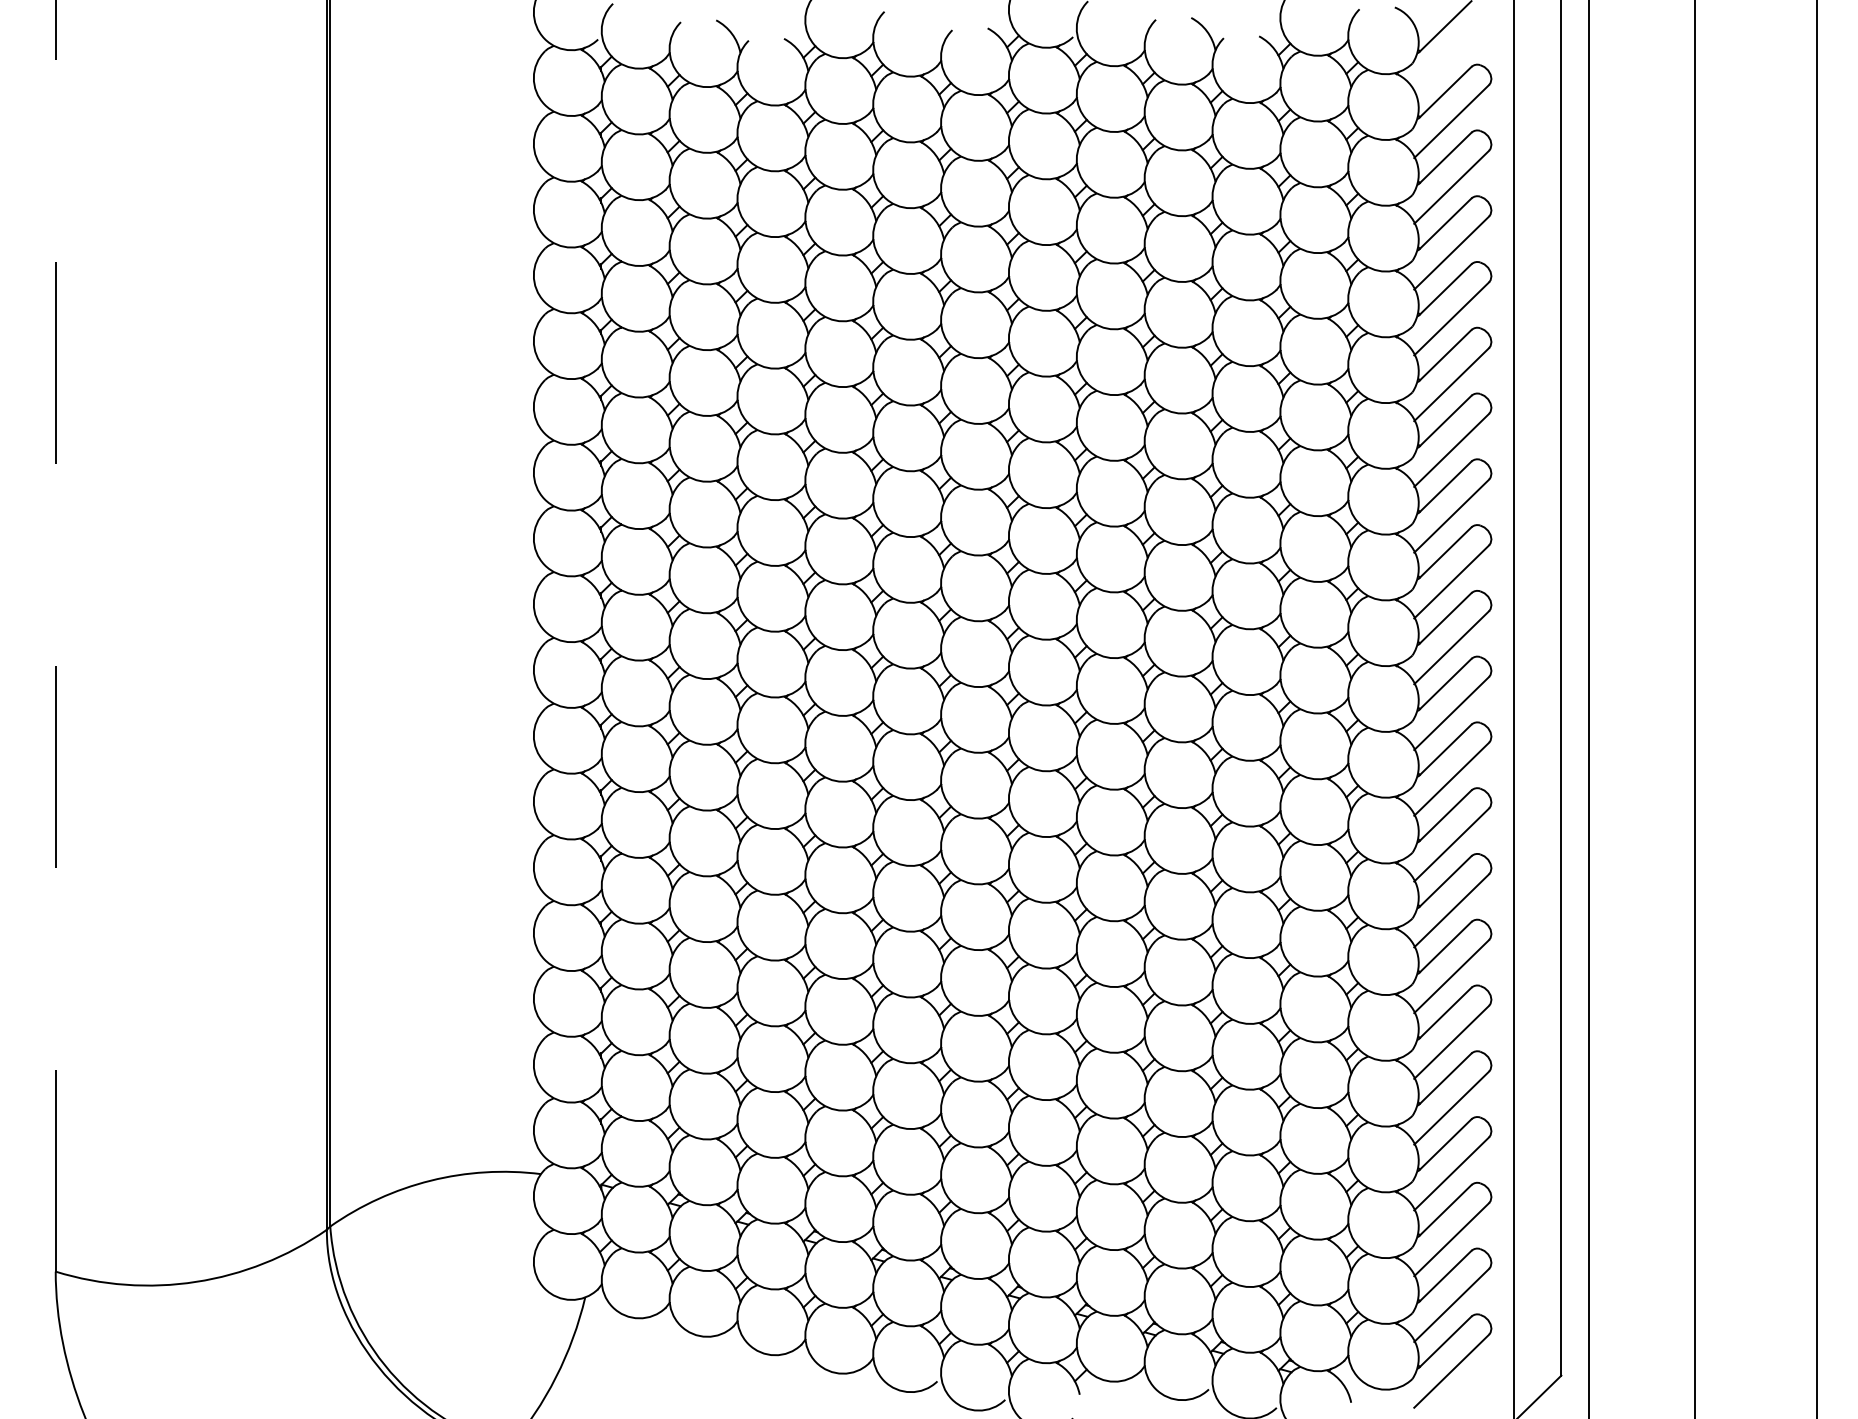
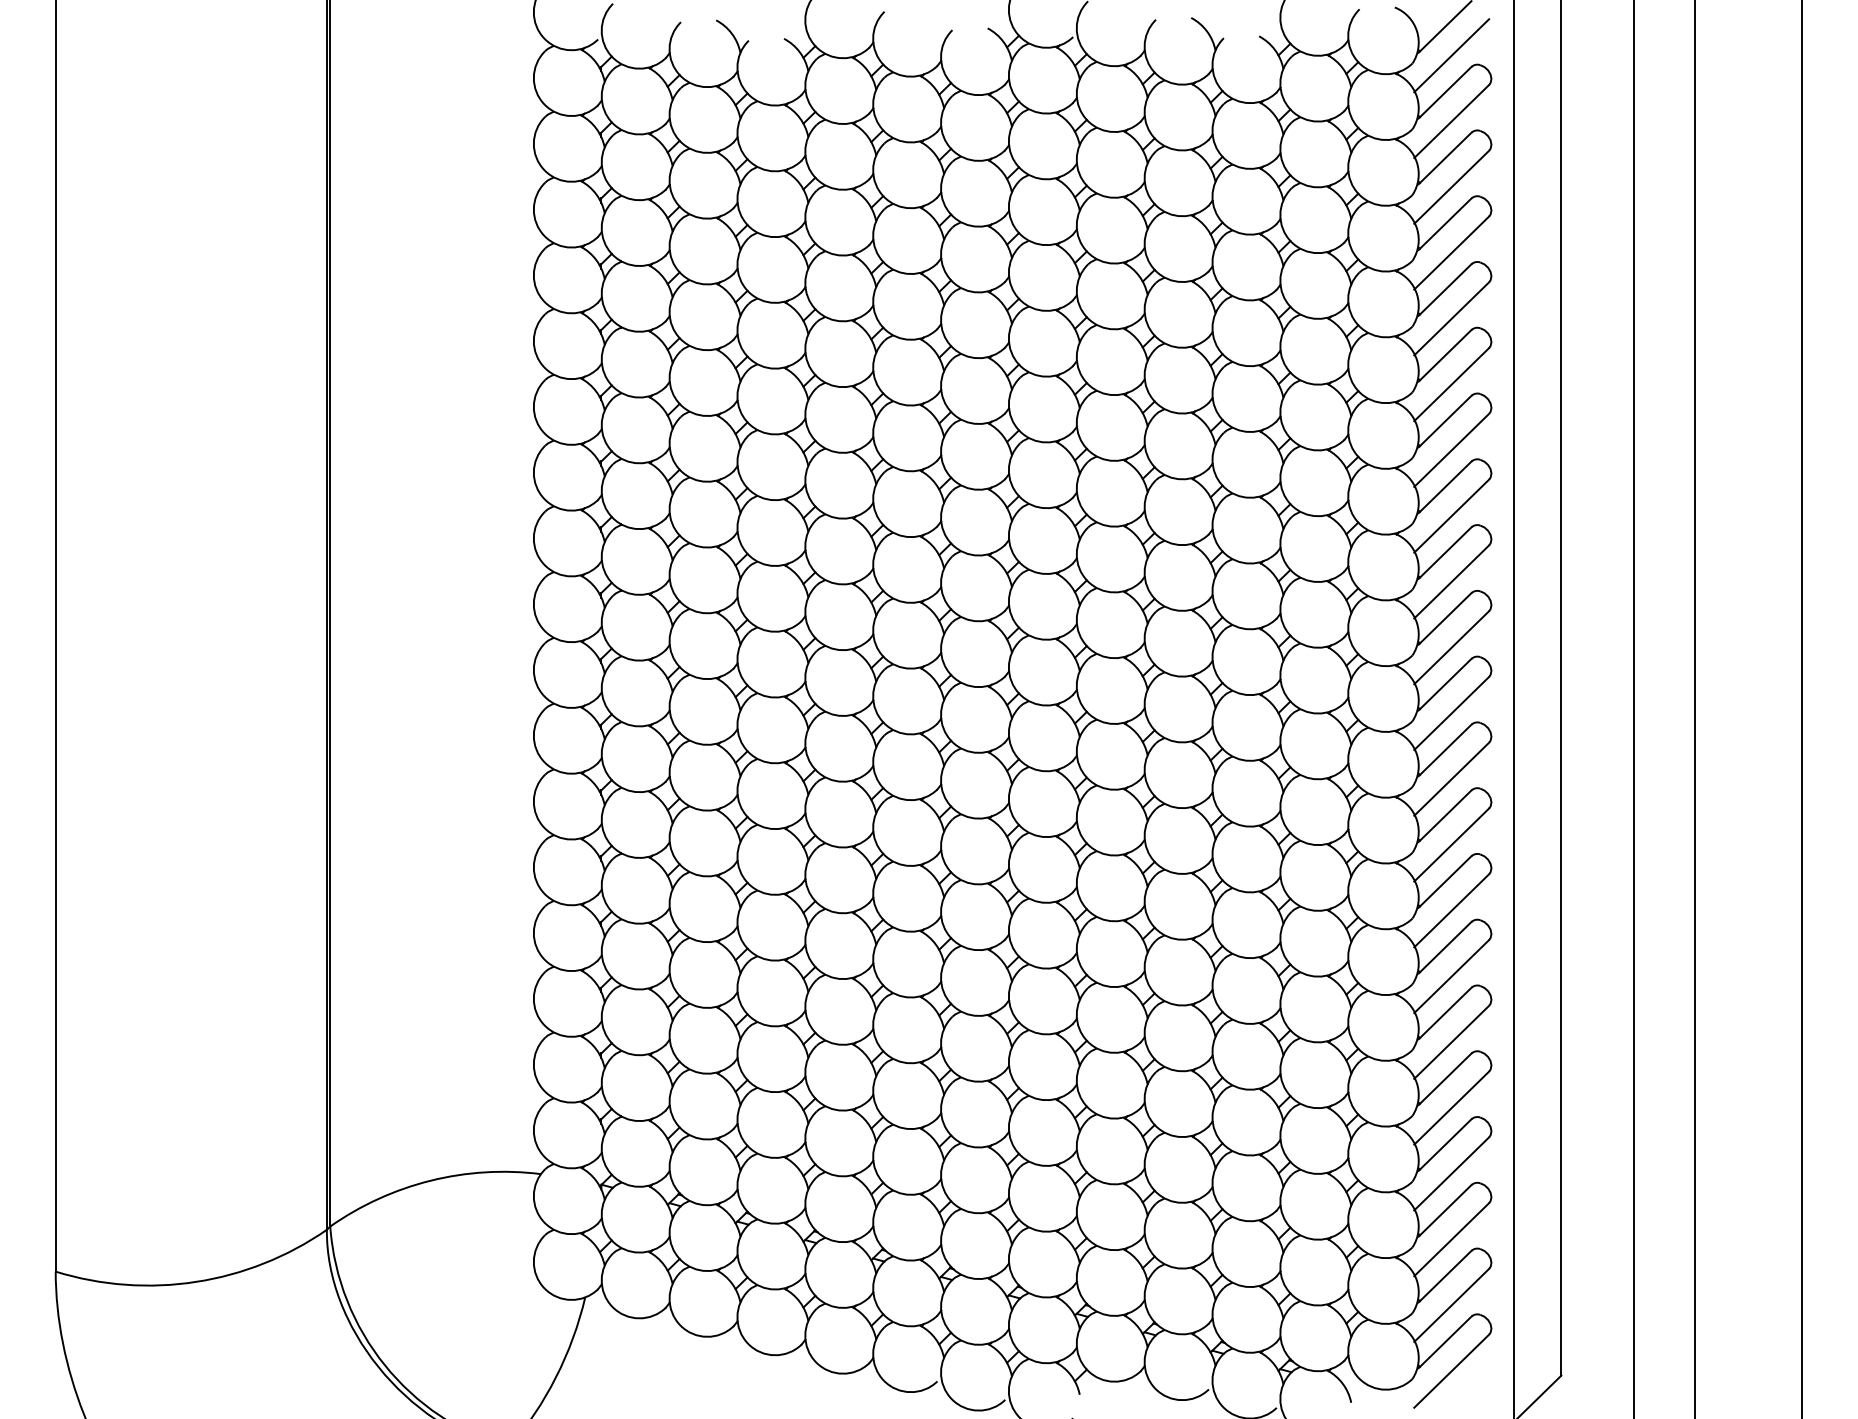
line at (1451, 55): none -> present
line at (55, 635): dashed -> solid
line at (1588, 708) position: (1588, 708) -> (1633, 708)
line at (1817, 708) position: (1817, 708) -> (1802, 708)
